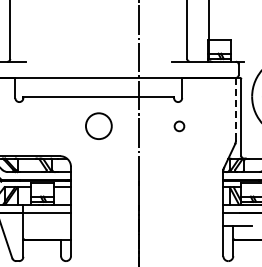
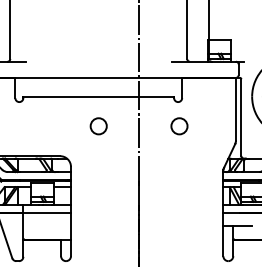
line at (235, 109): dashed -> solid
circle at (98, 125) size: 28x28 px -> 19x19 px
circle at (179, 126) size: 13x13 px -> 19x19 px
